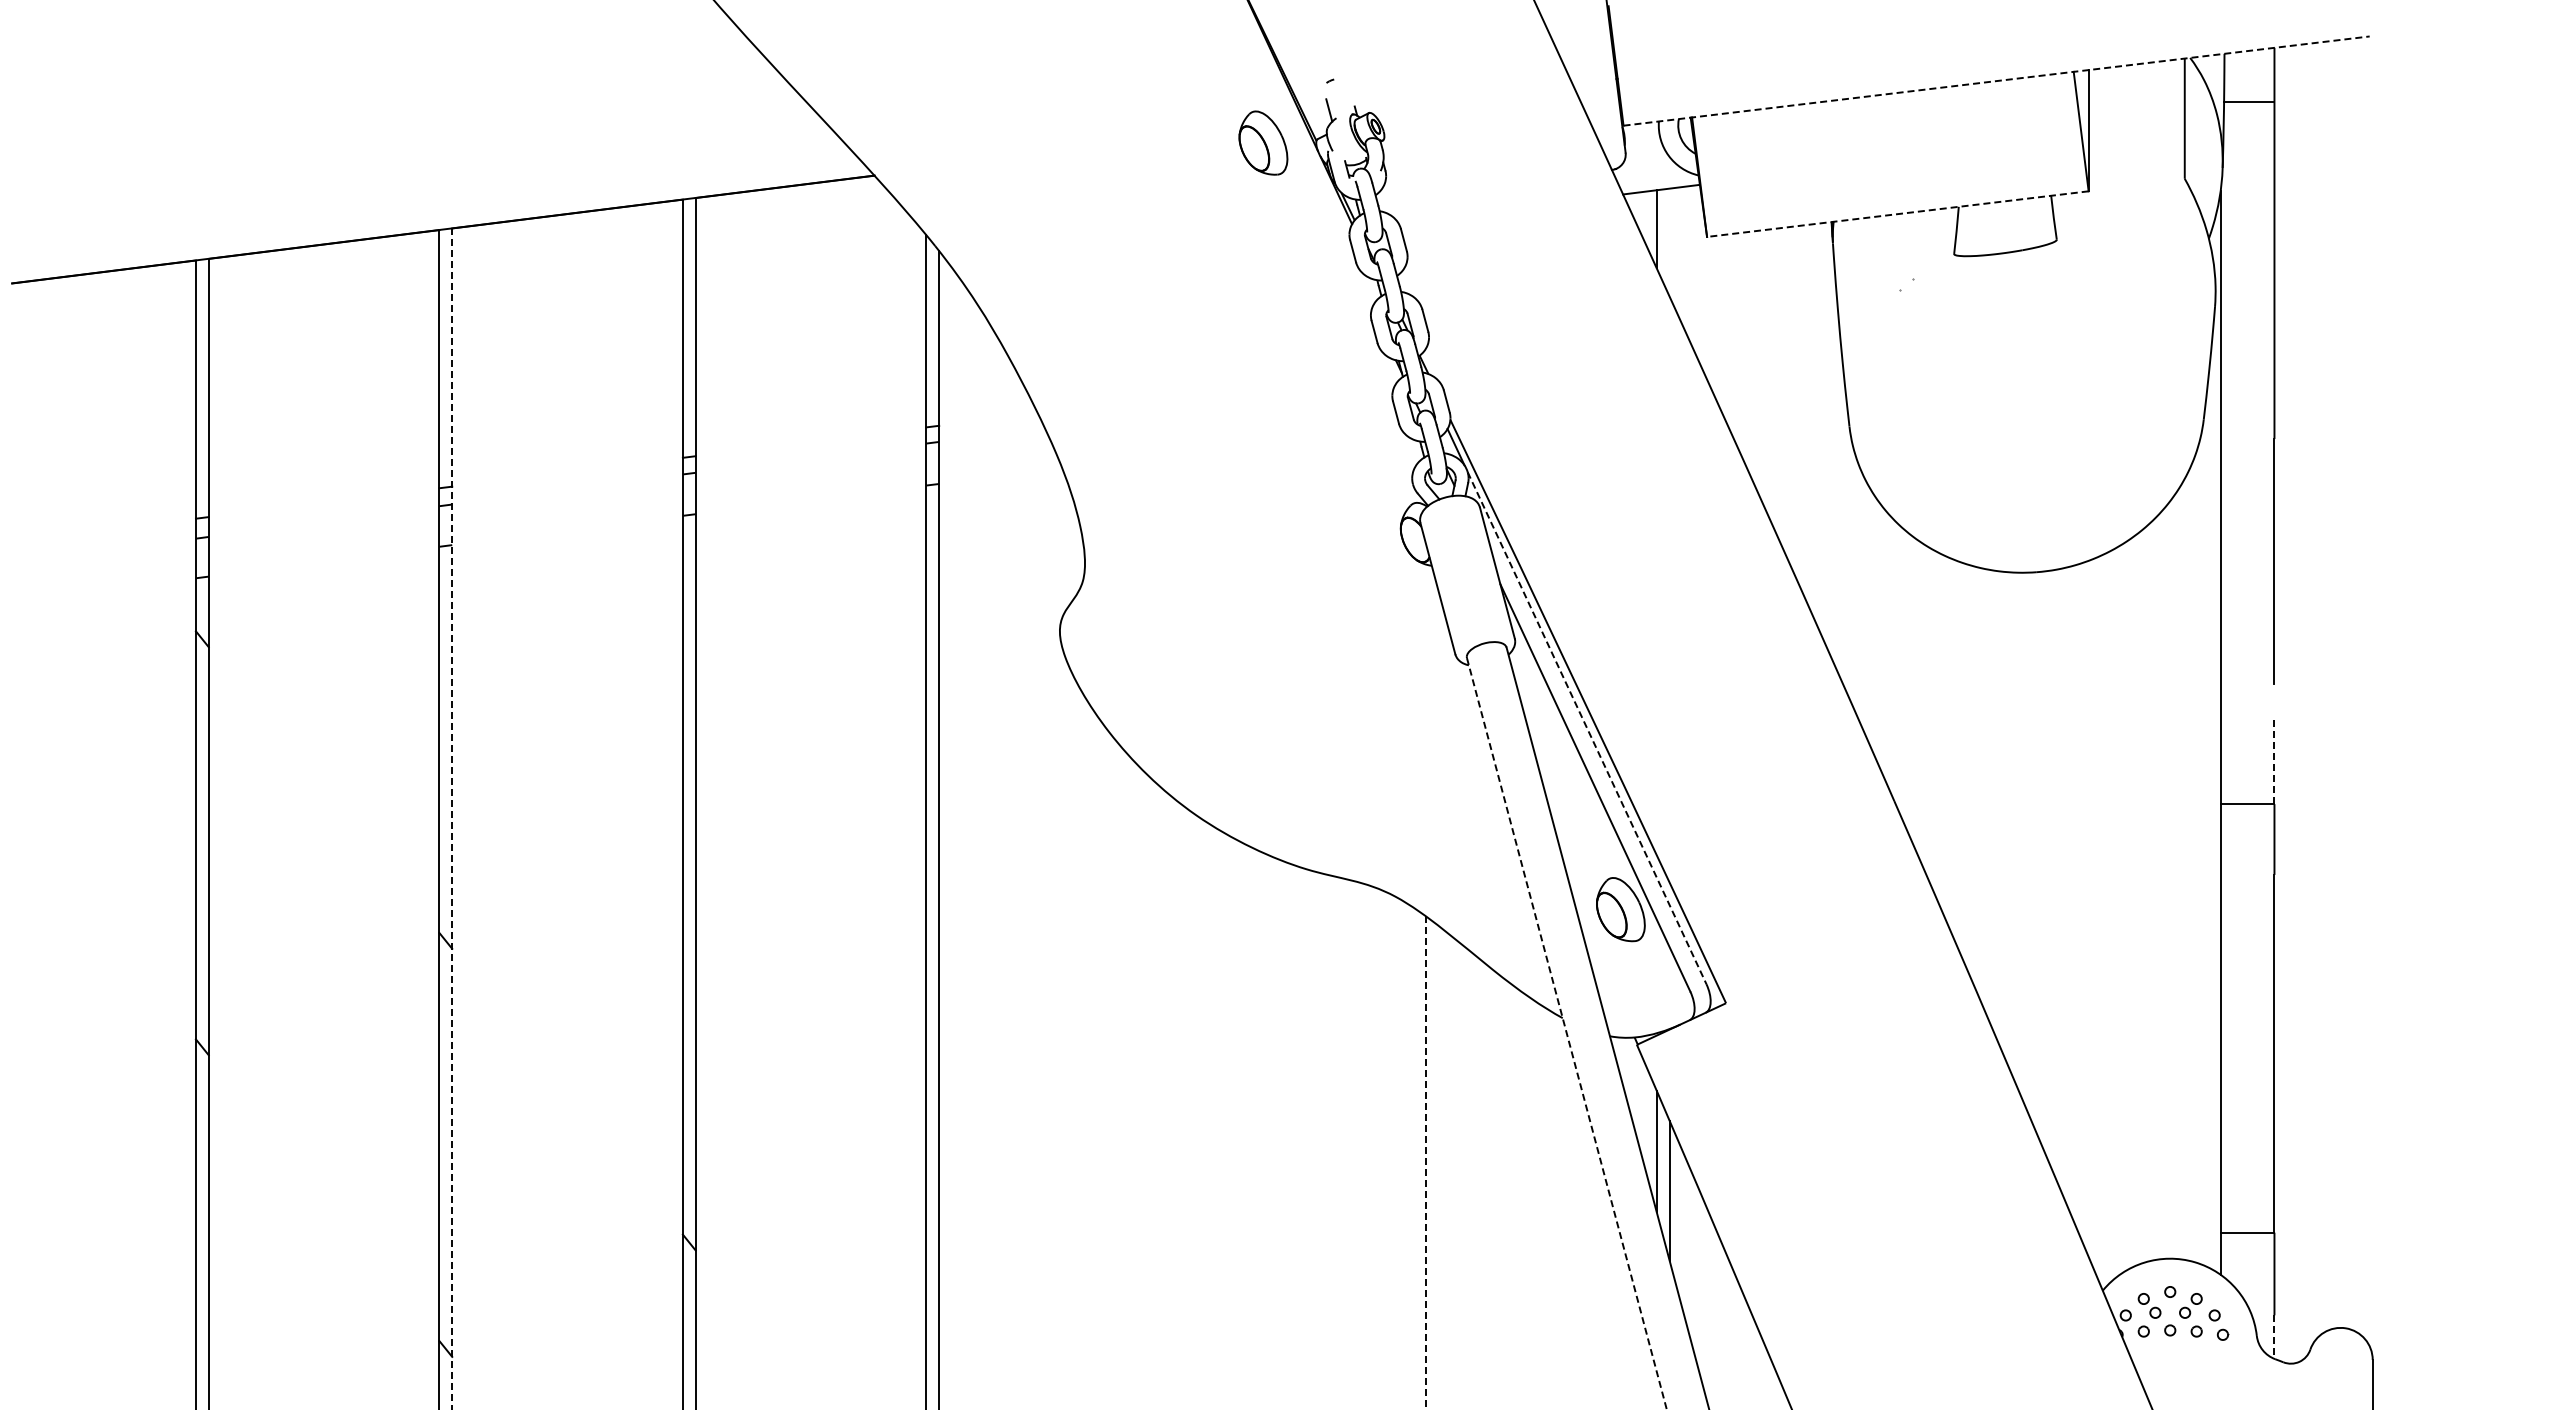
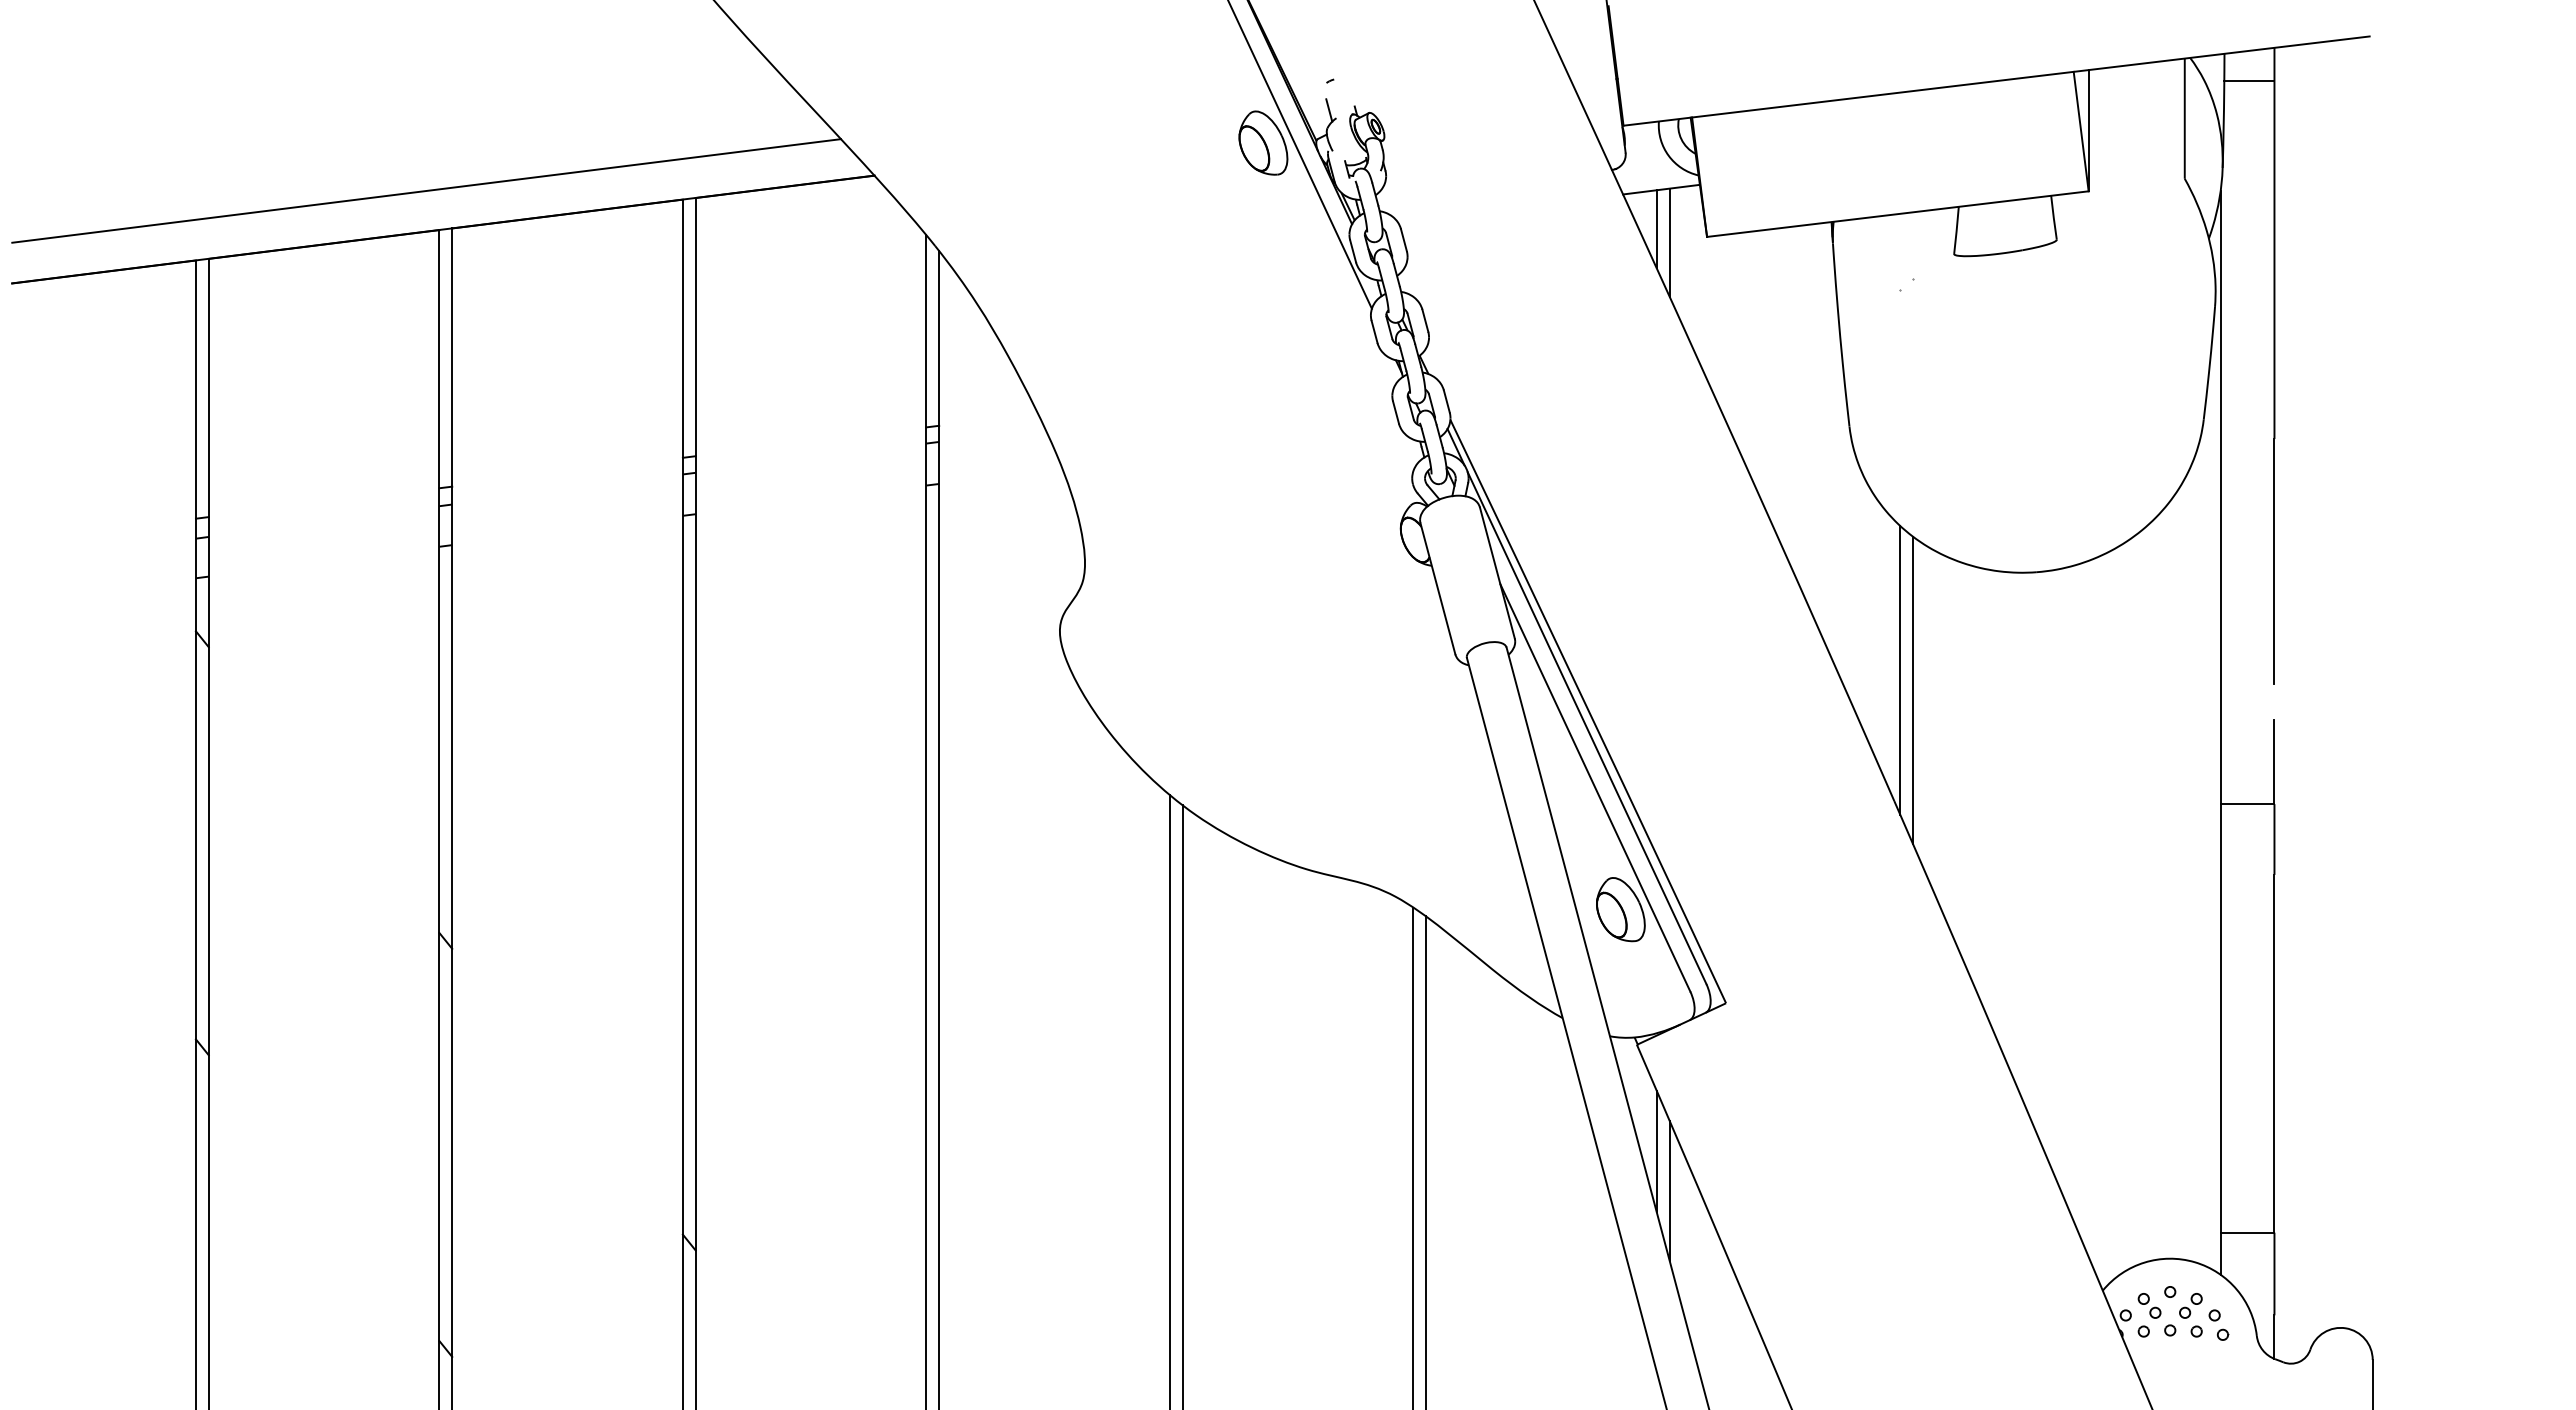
line at (1996, 81): dashed -> solid
line at (2249, 102) position: (2249, 102) -> (2249, 81)
line at (1299, 155): none -> present
line at (426, 190): none -> present
line at (1897, 214): dashed -> solid
line at (1669, 242): none -> present
line at (1900, 670): none -> present
line at (1913, 690): none -> present
line at (1587, 728): dashed -> solid
line at (2274, 762): dashed -> solid
line at (452, 819): dashed -> solid
line at (1566, 1033): dashed -> solid
line at (1169, 1100): none -> present
line at (1182, 1105): none -> present
line at (1413, 1156): none -> present
line at (1426, 1163): dashed -> solid
line at (2274, 1337): dashed -> solid
